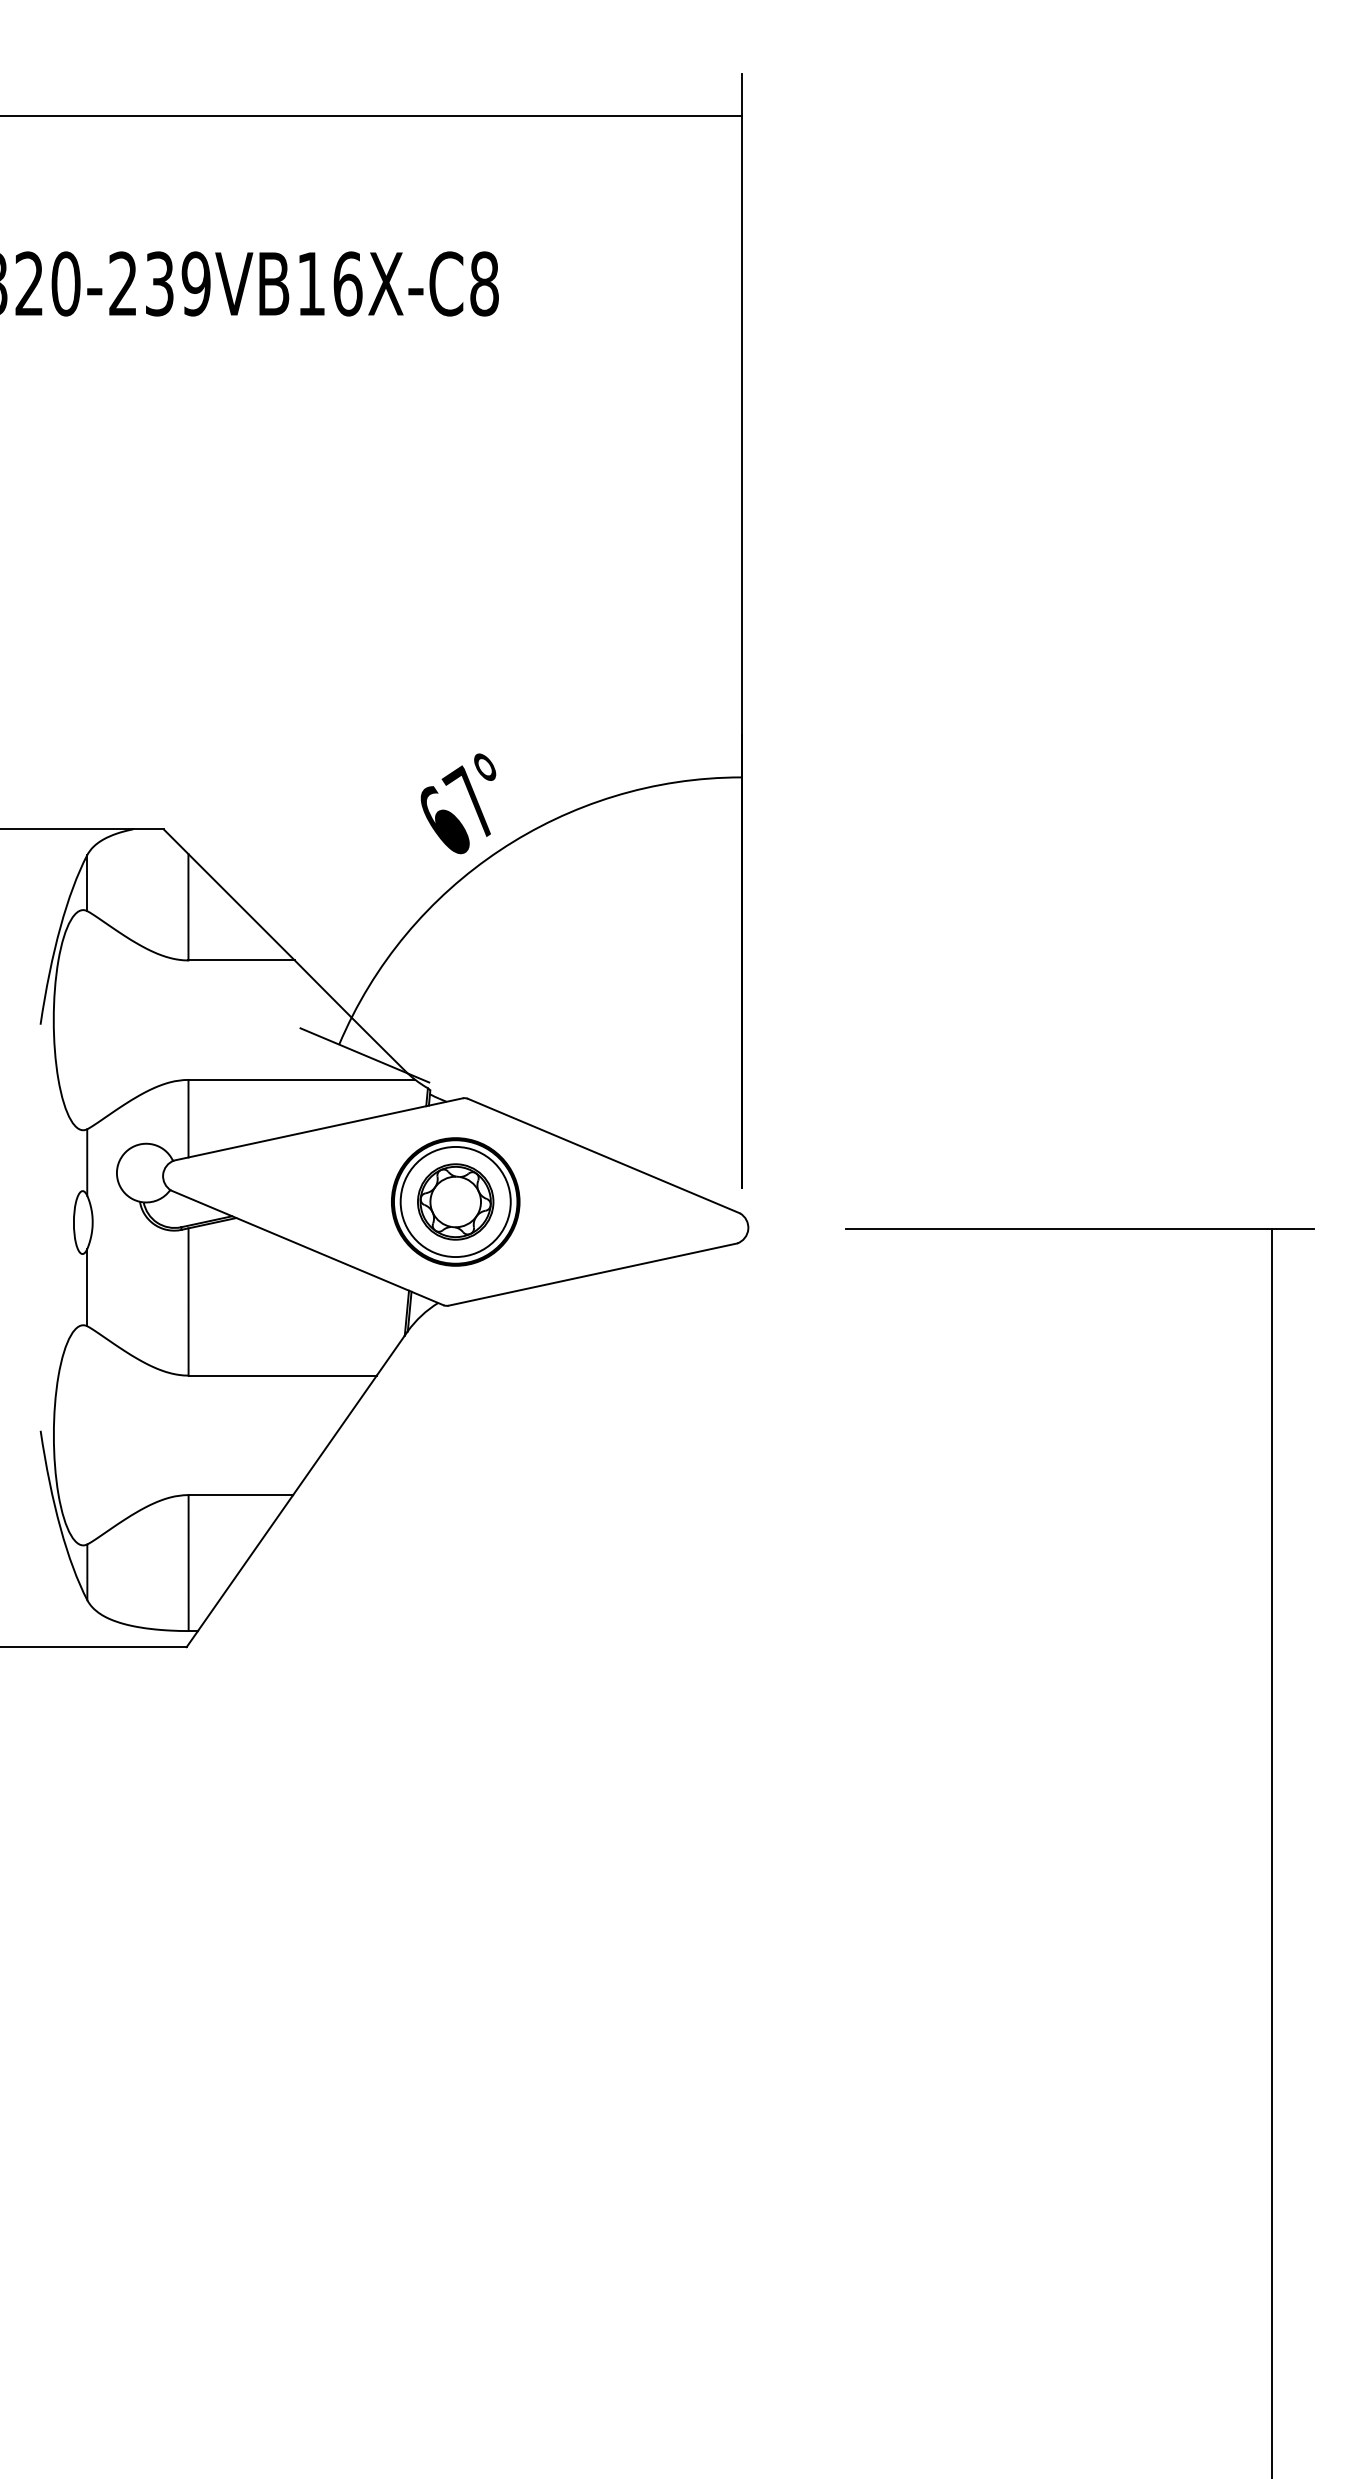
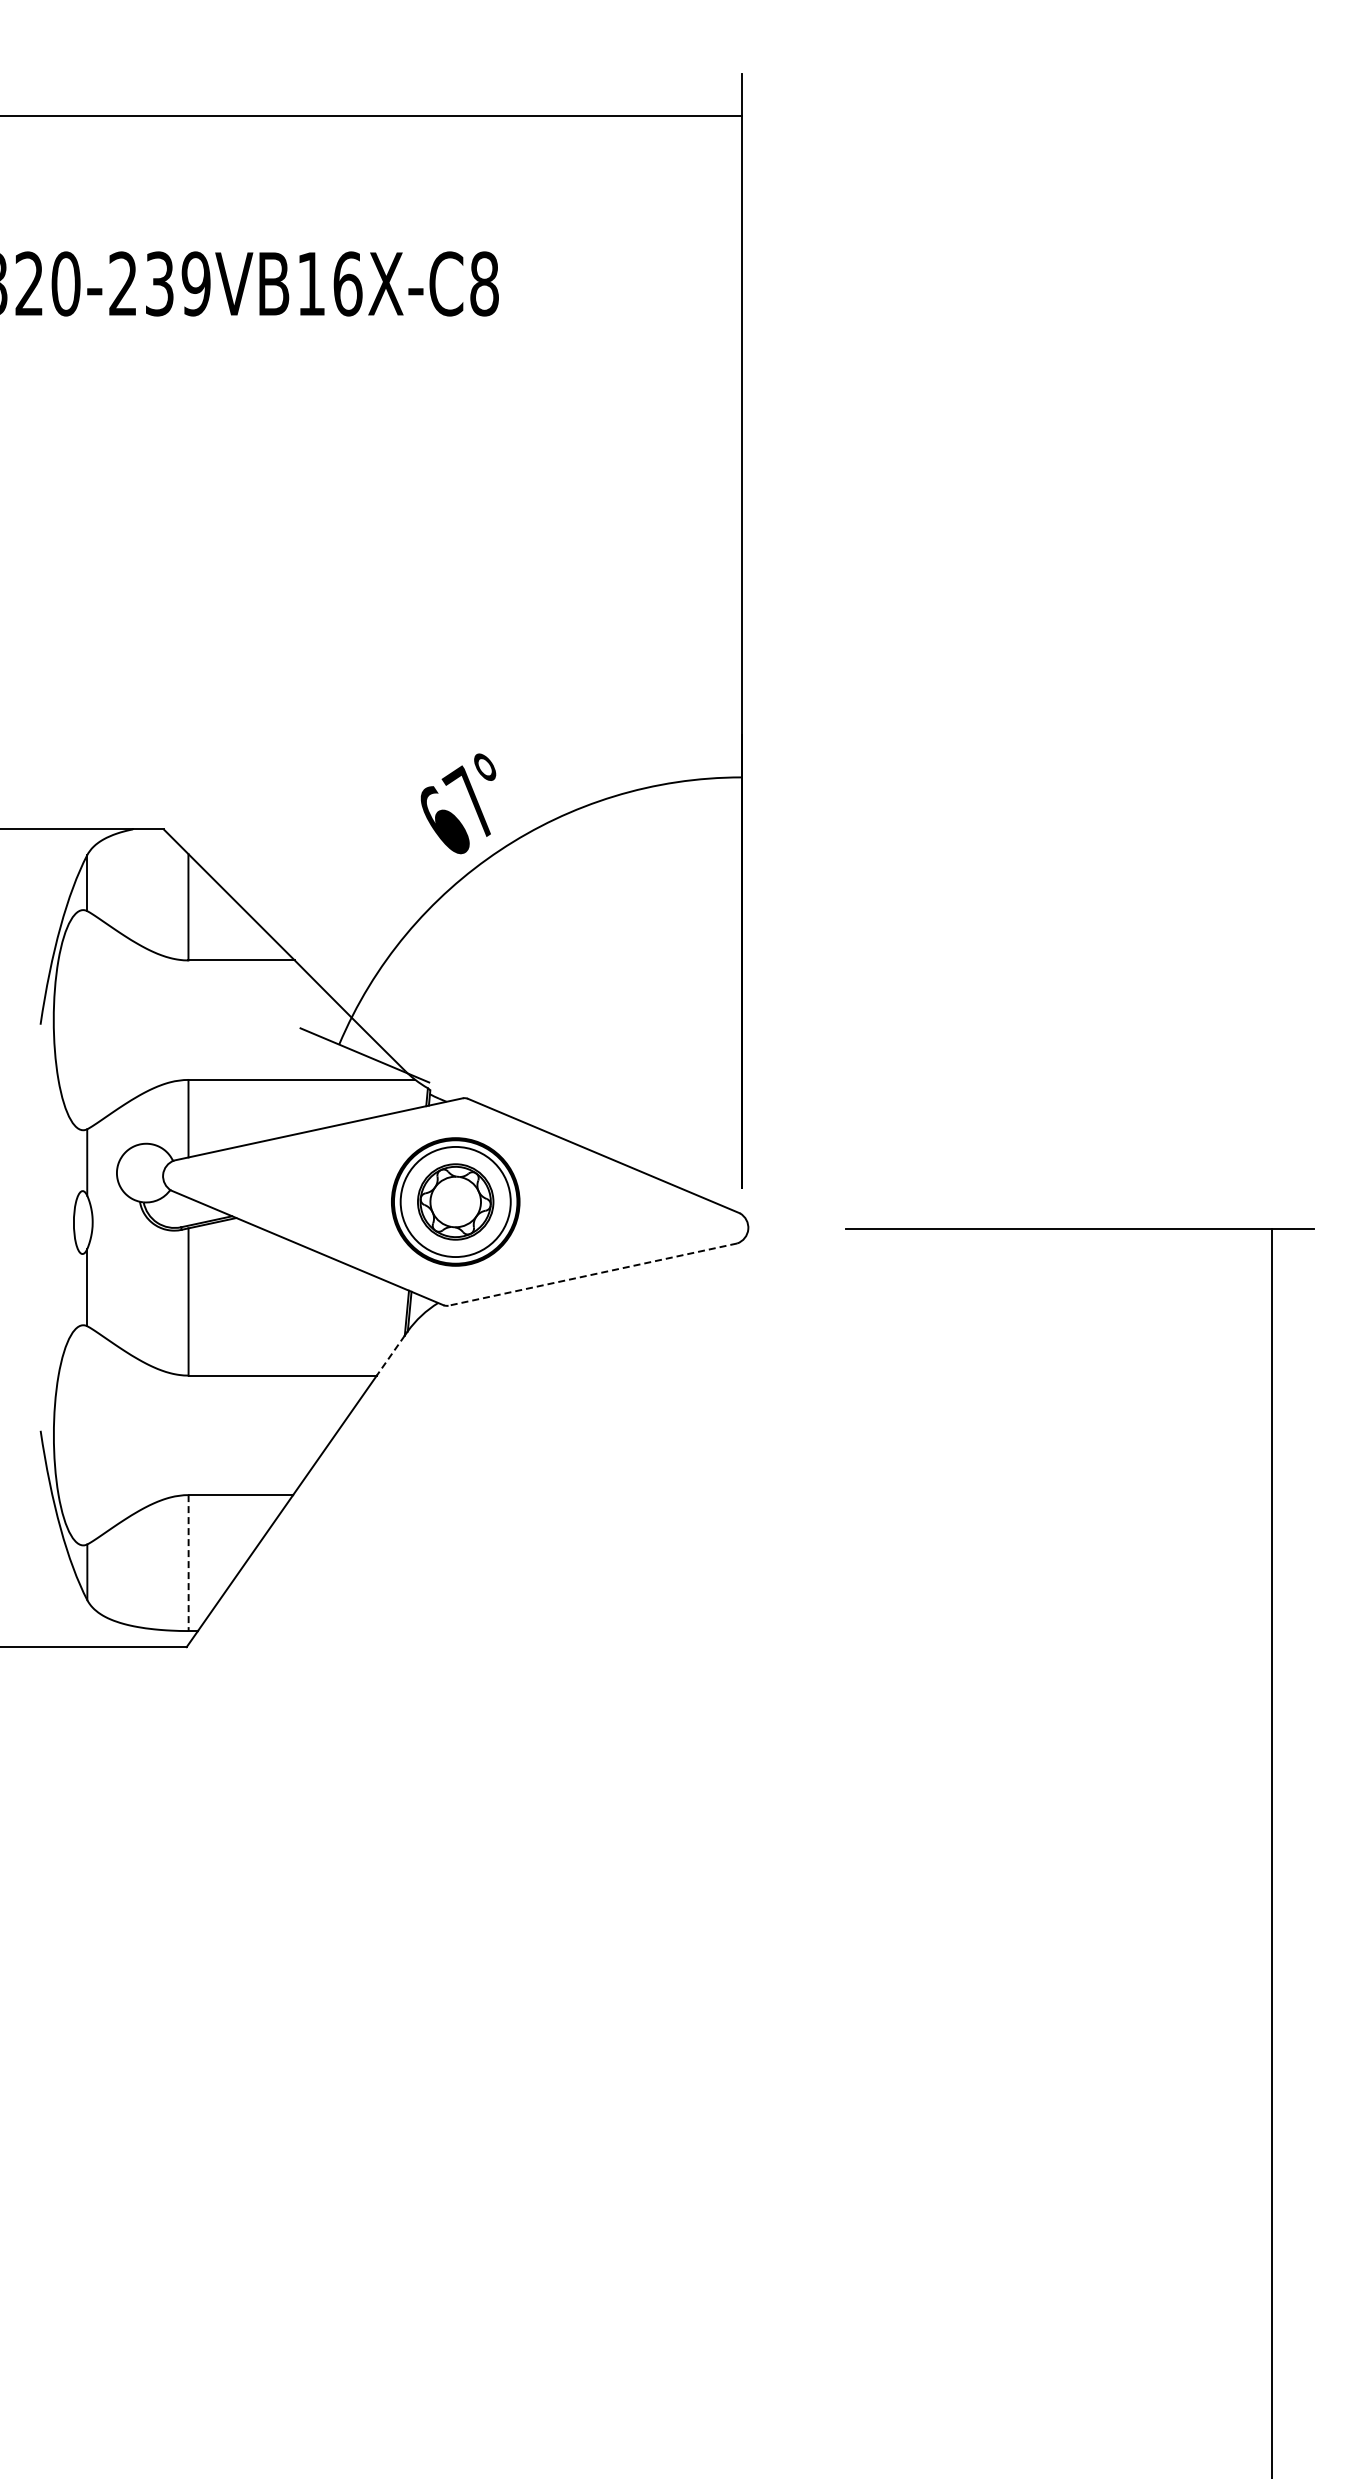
line at (592, 1274): solid -> dashed
line at (390, 1356): solid -> dashed
line at (188, 1563): solid -> dashed
